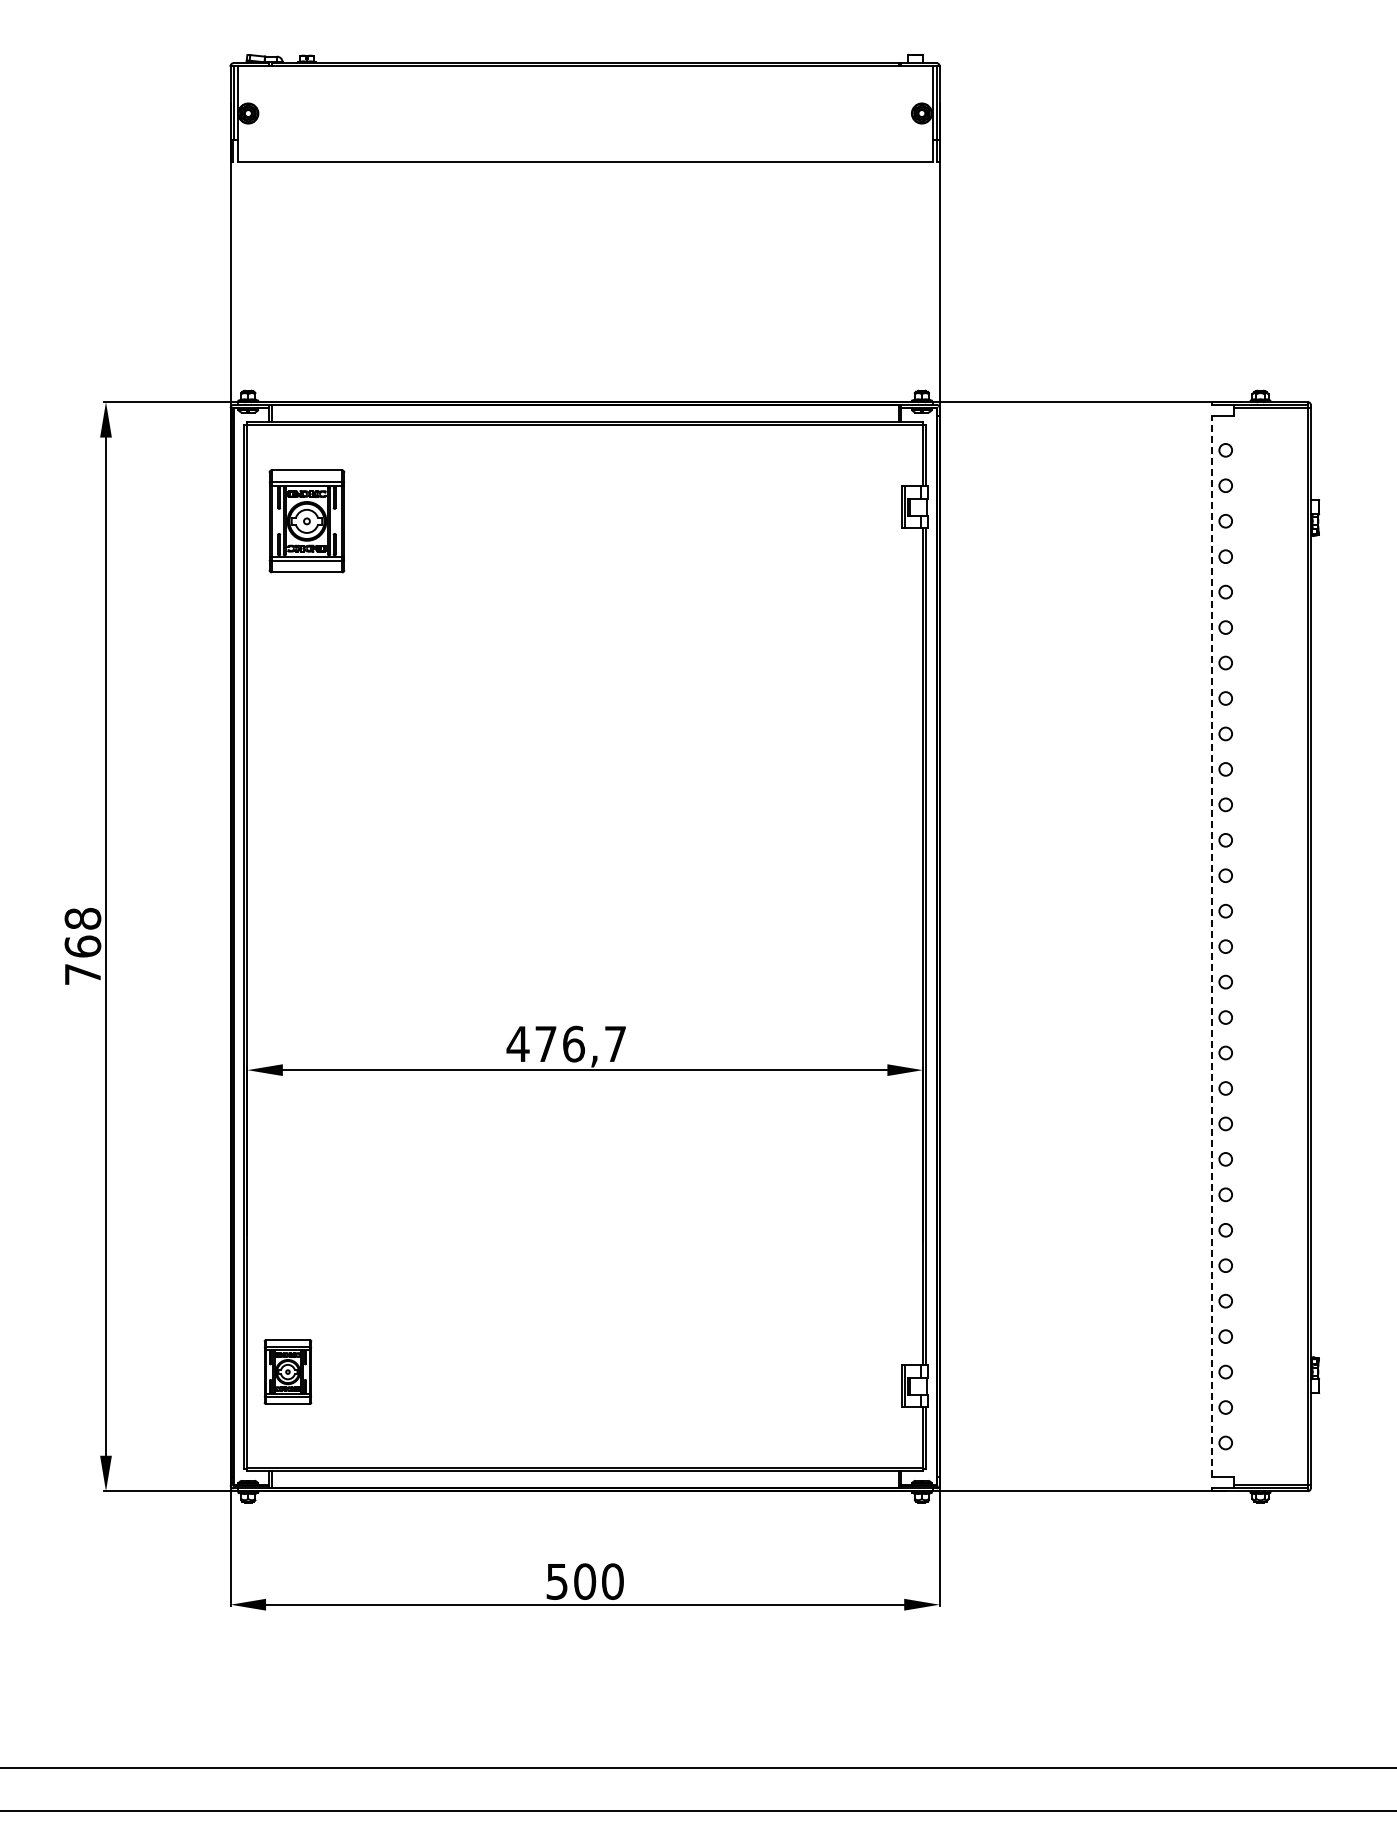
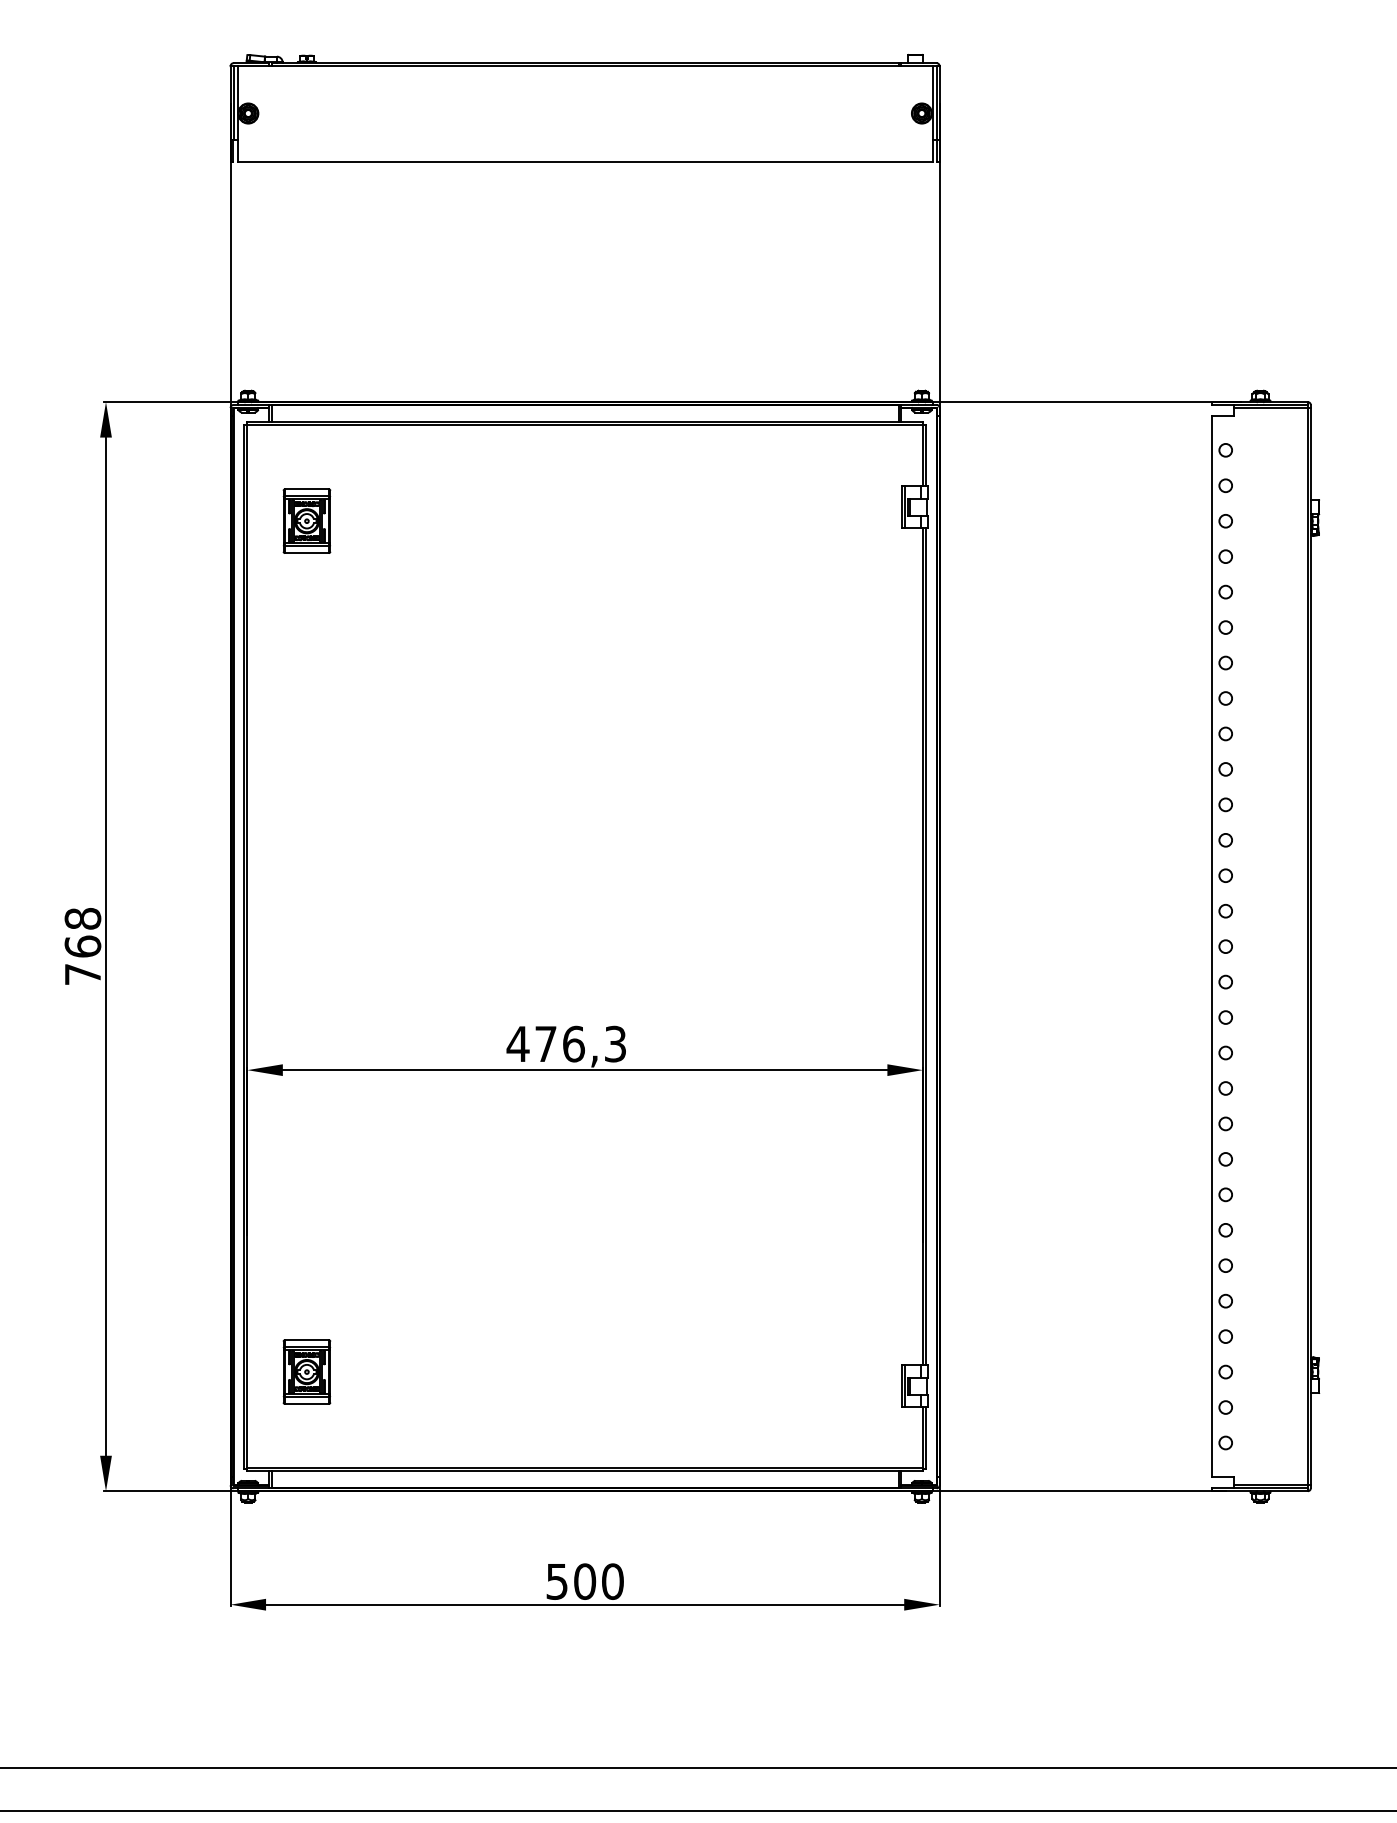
part at (306, 521) size: 78x105 px -> 50x66 px
line at (1212, 946): dashed -> solid
text at (615, 1043): 476,7 -> 476,3
part at (287, 1371) position: (287, 1371) -> (306, 1371)
